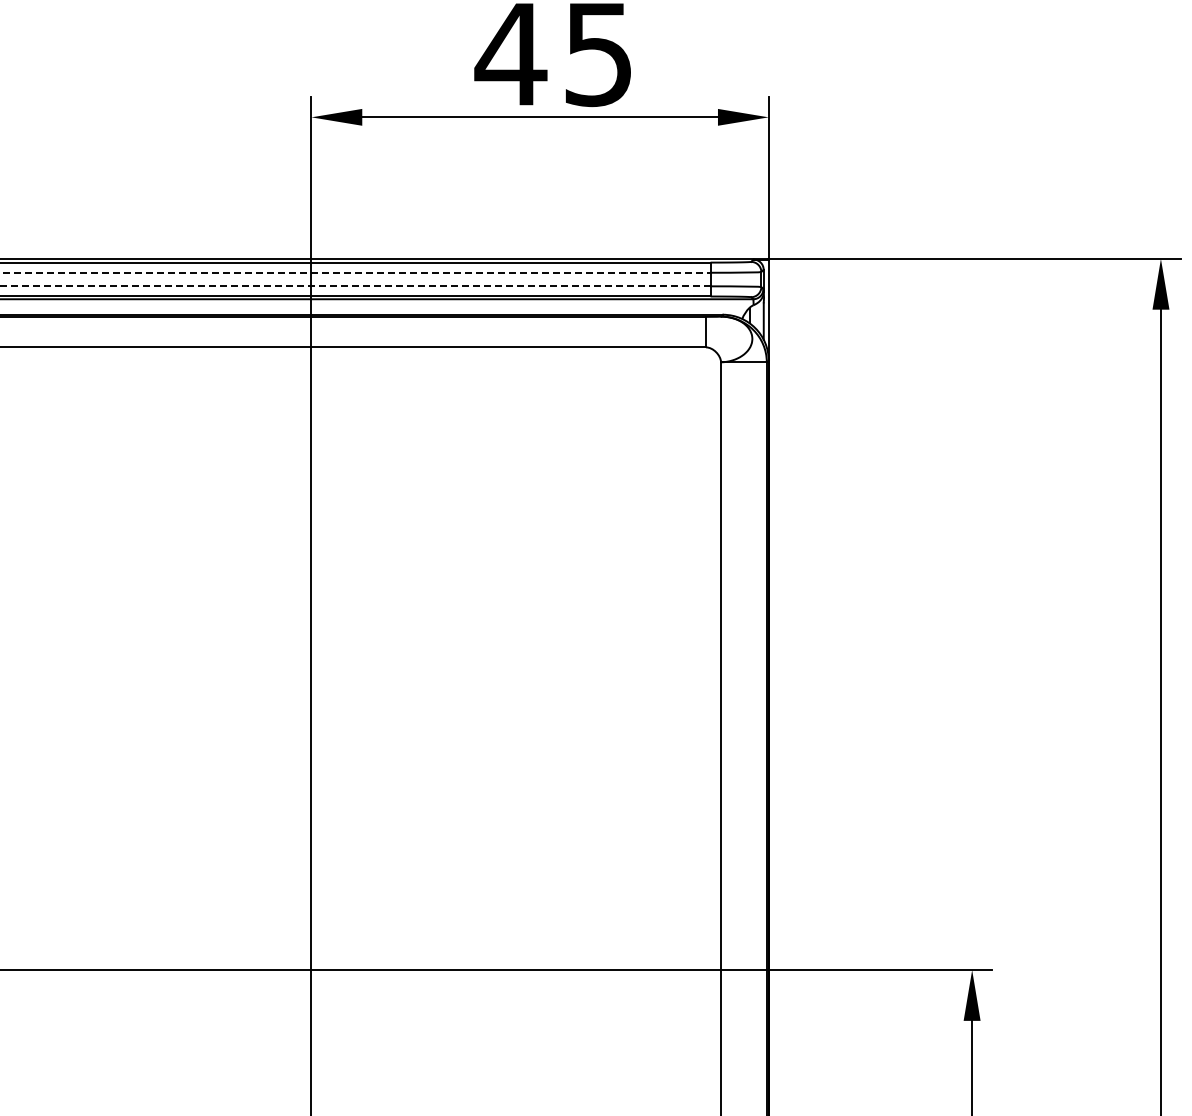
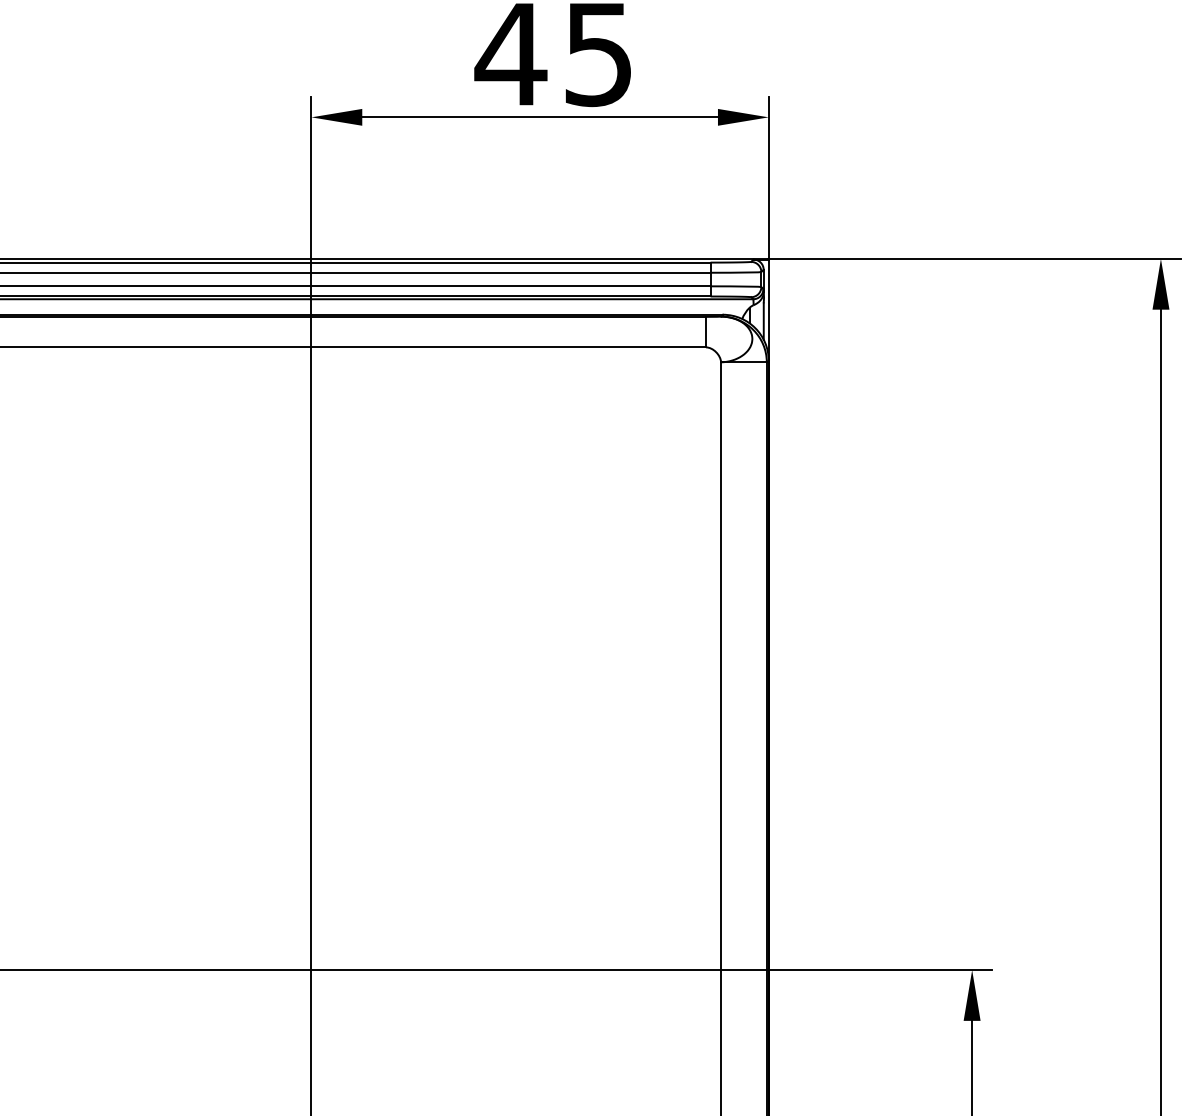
line at (355, 272): dashed -> solid
line at (355, 286): dashed -> solid
